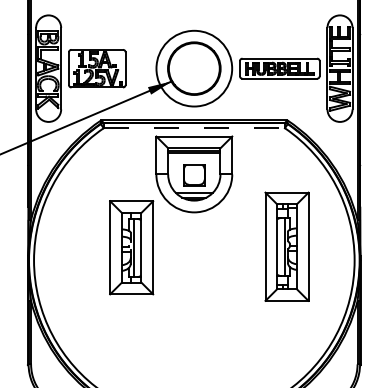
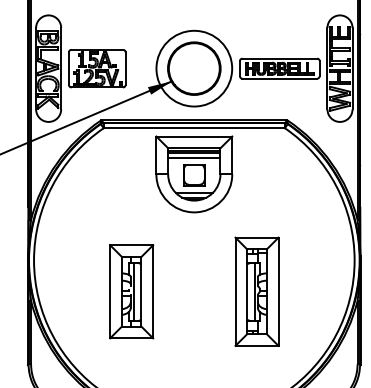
line at (194, 128): dashed -> solid
line at (194, 157): none -> present
part at (286, 246) position: (286, 246) -> (256, 291)
part at (131, 247) position: (131, 247) -> (131, 291)
